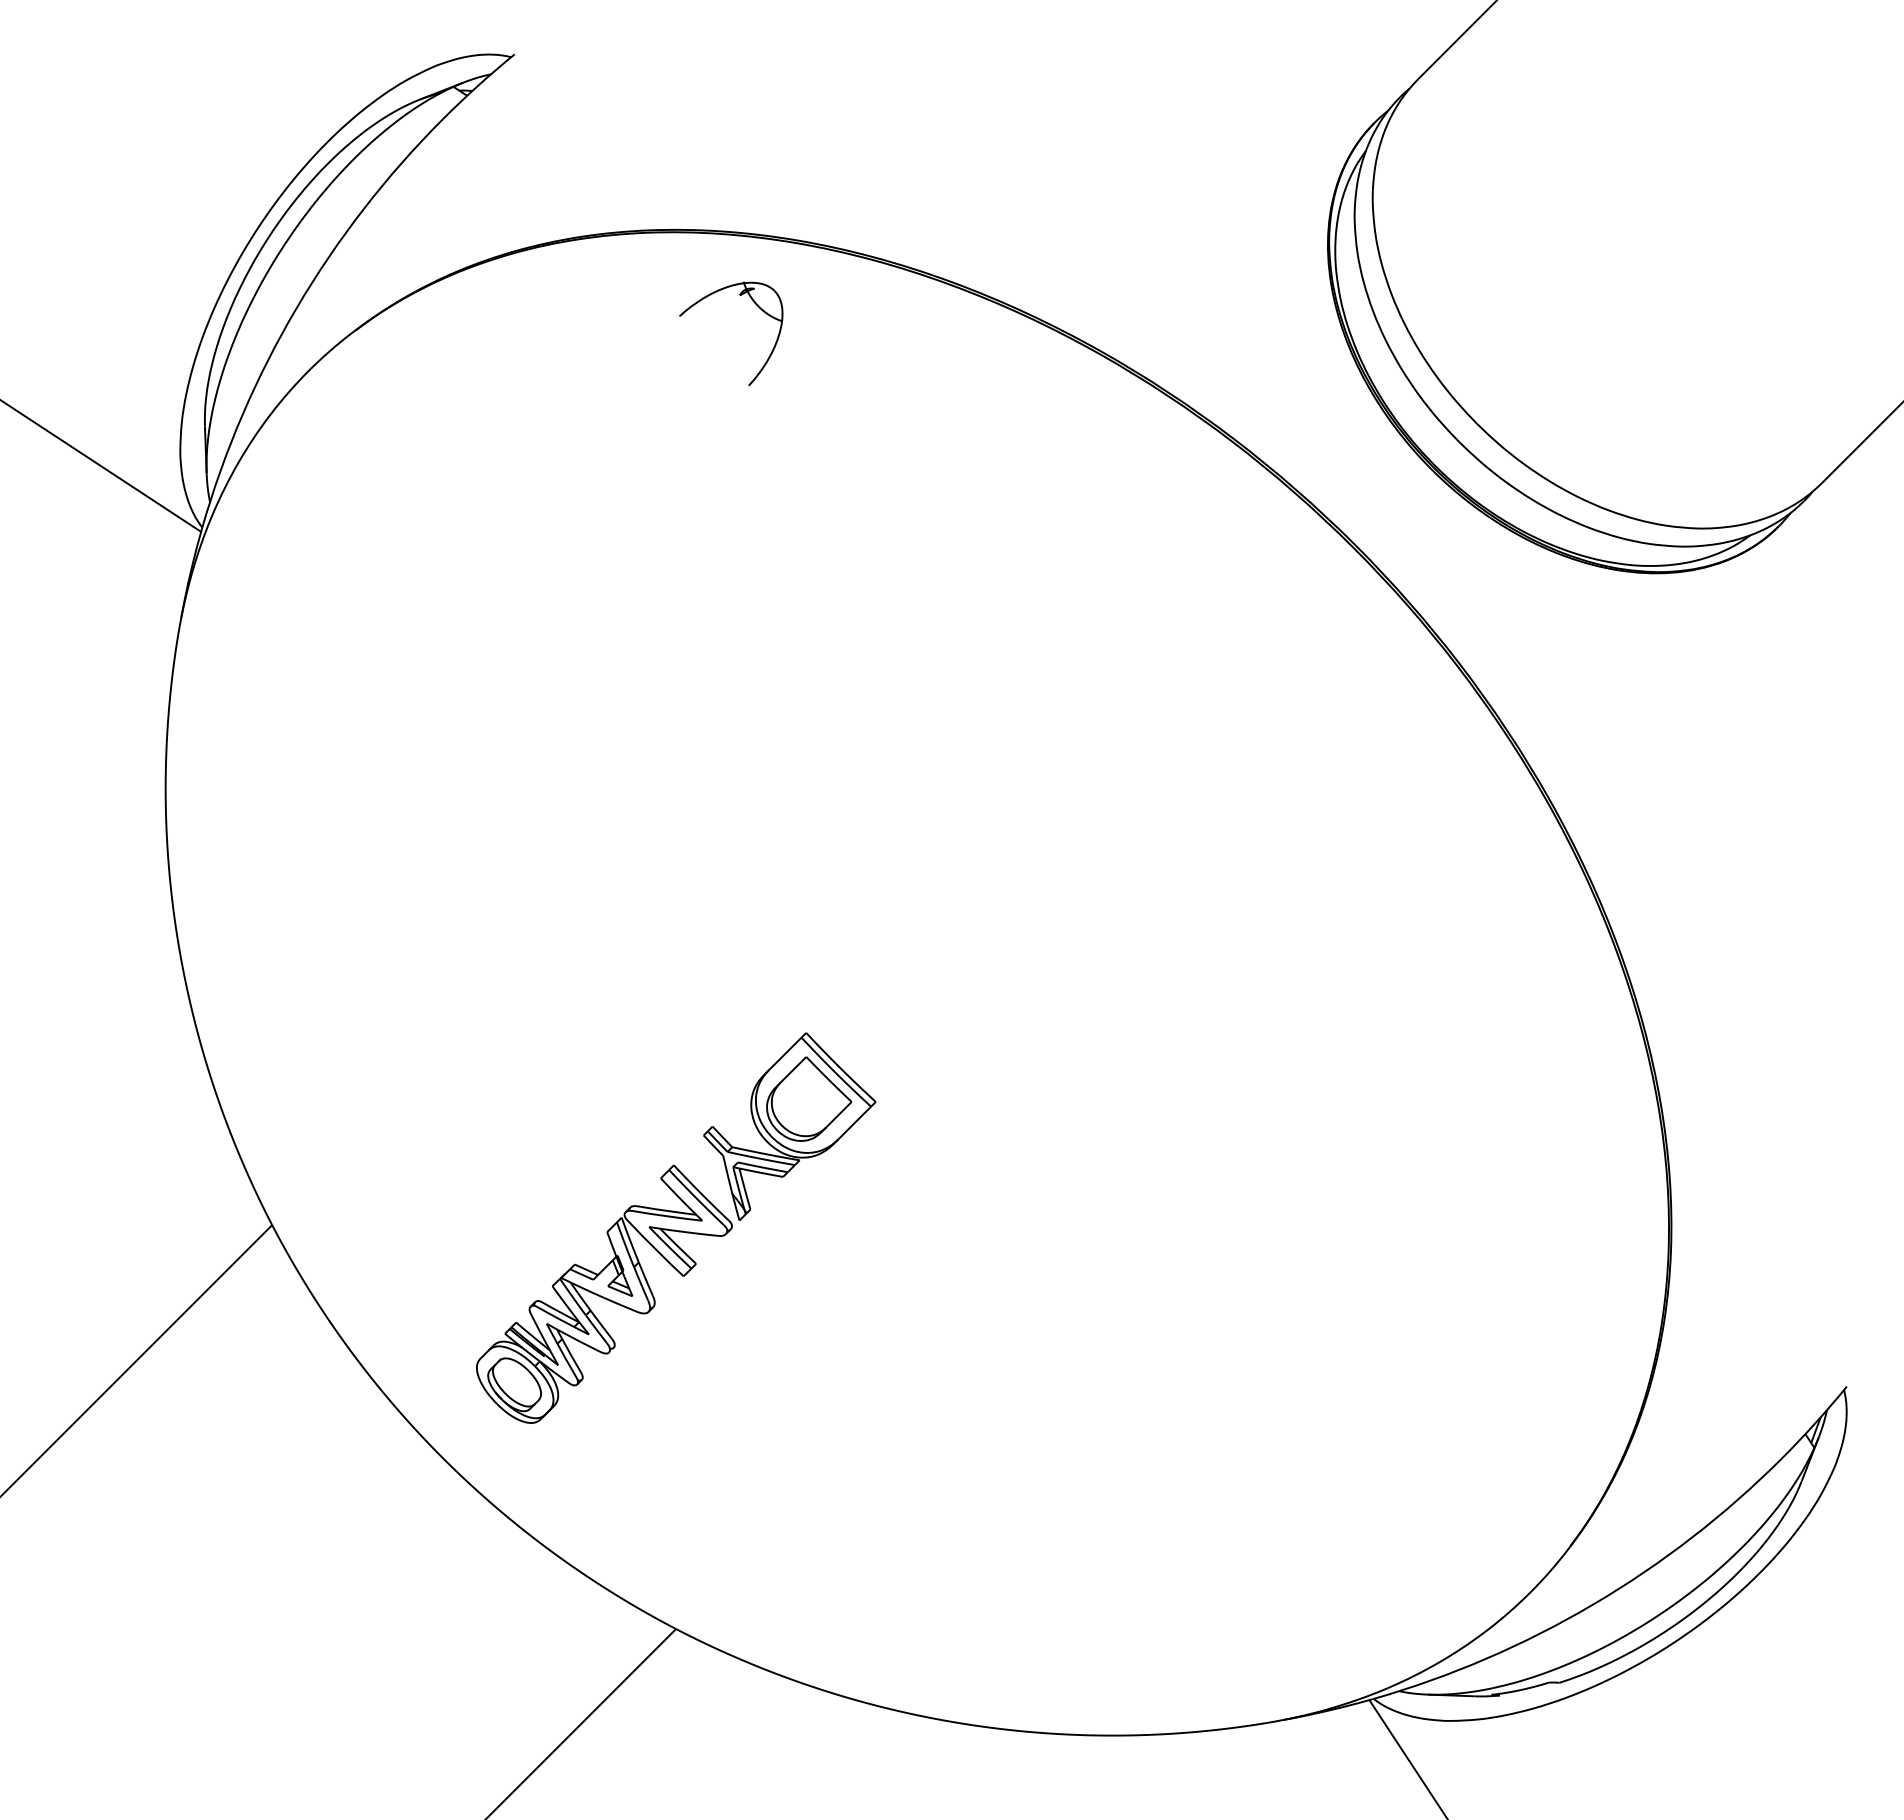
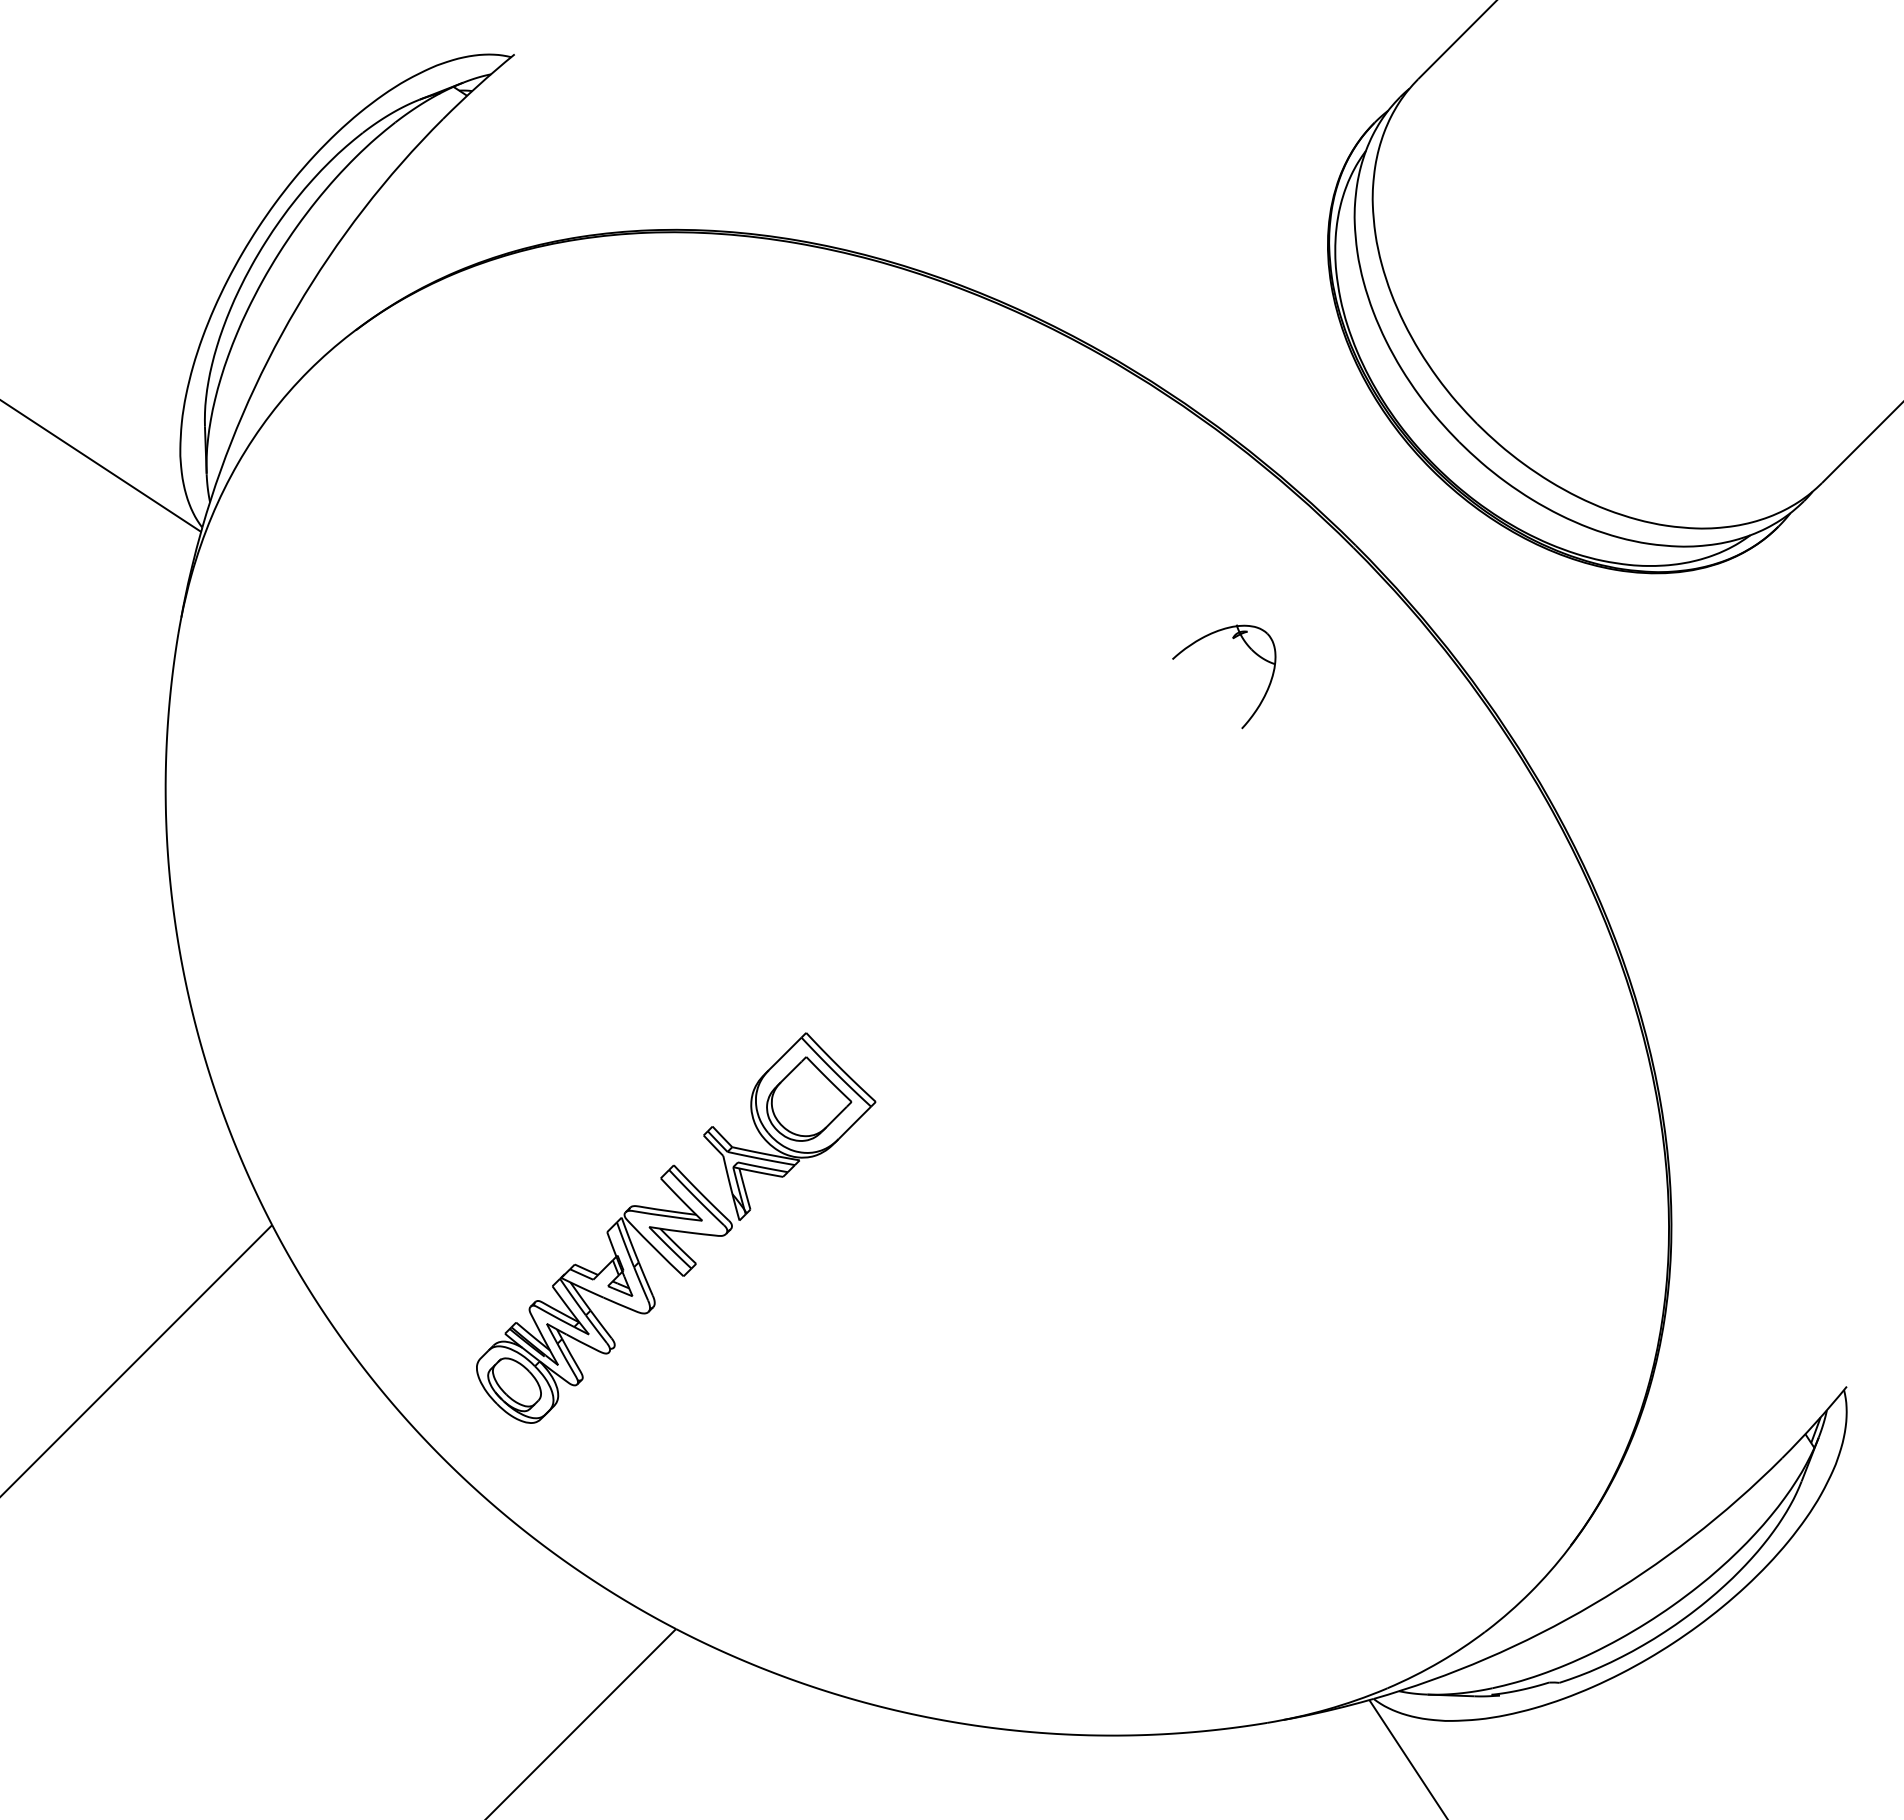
part at (757, 306) position: (757, 306) -> (1250, 649)
